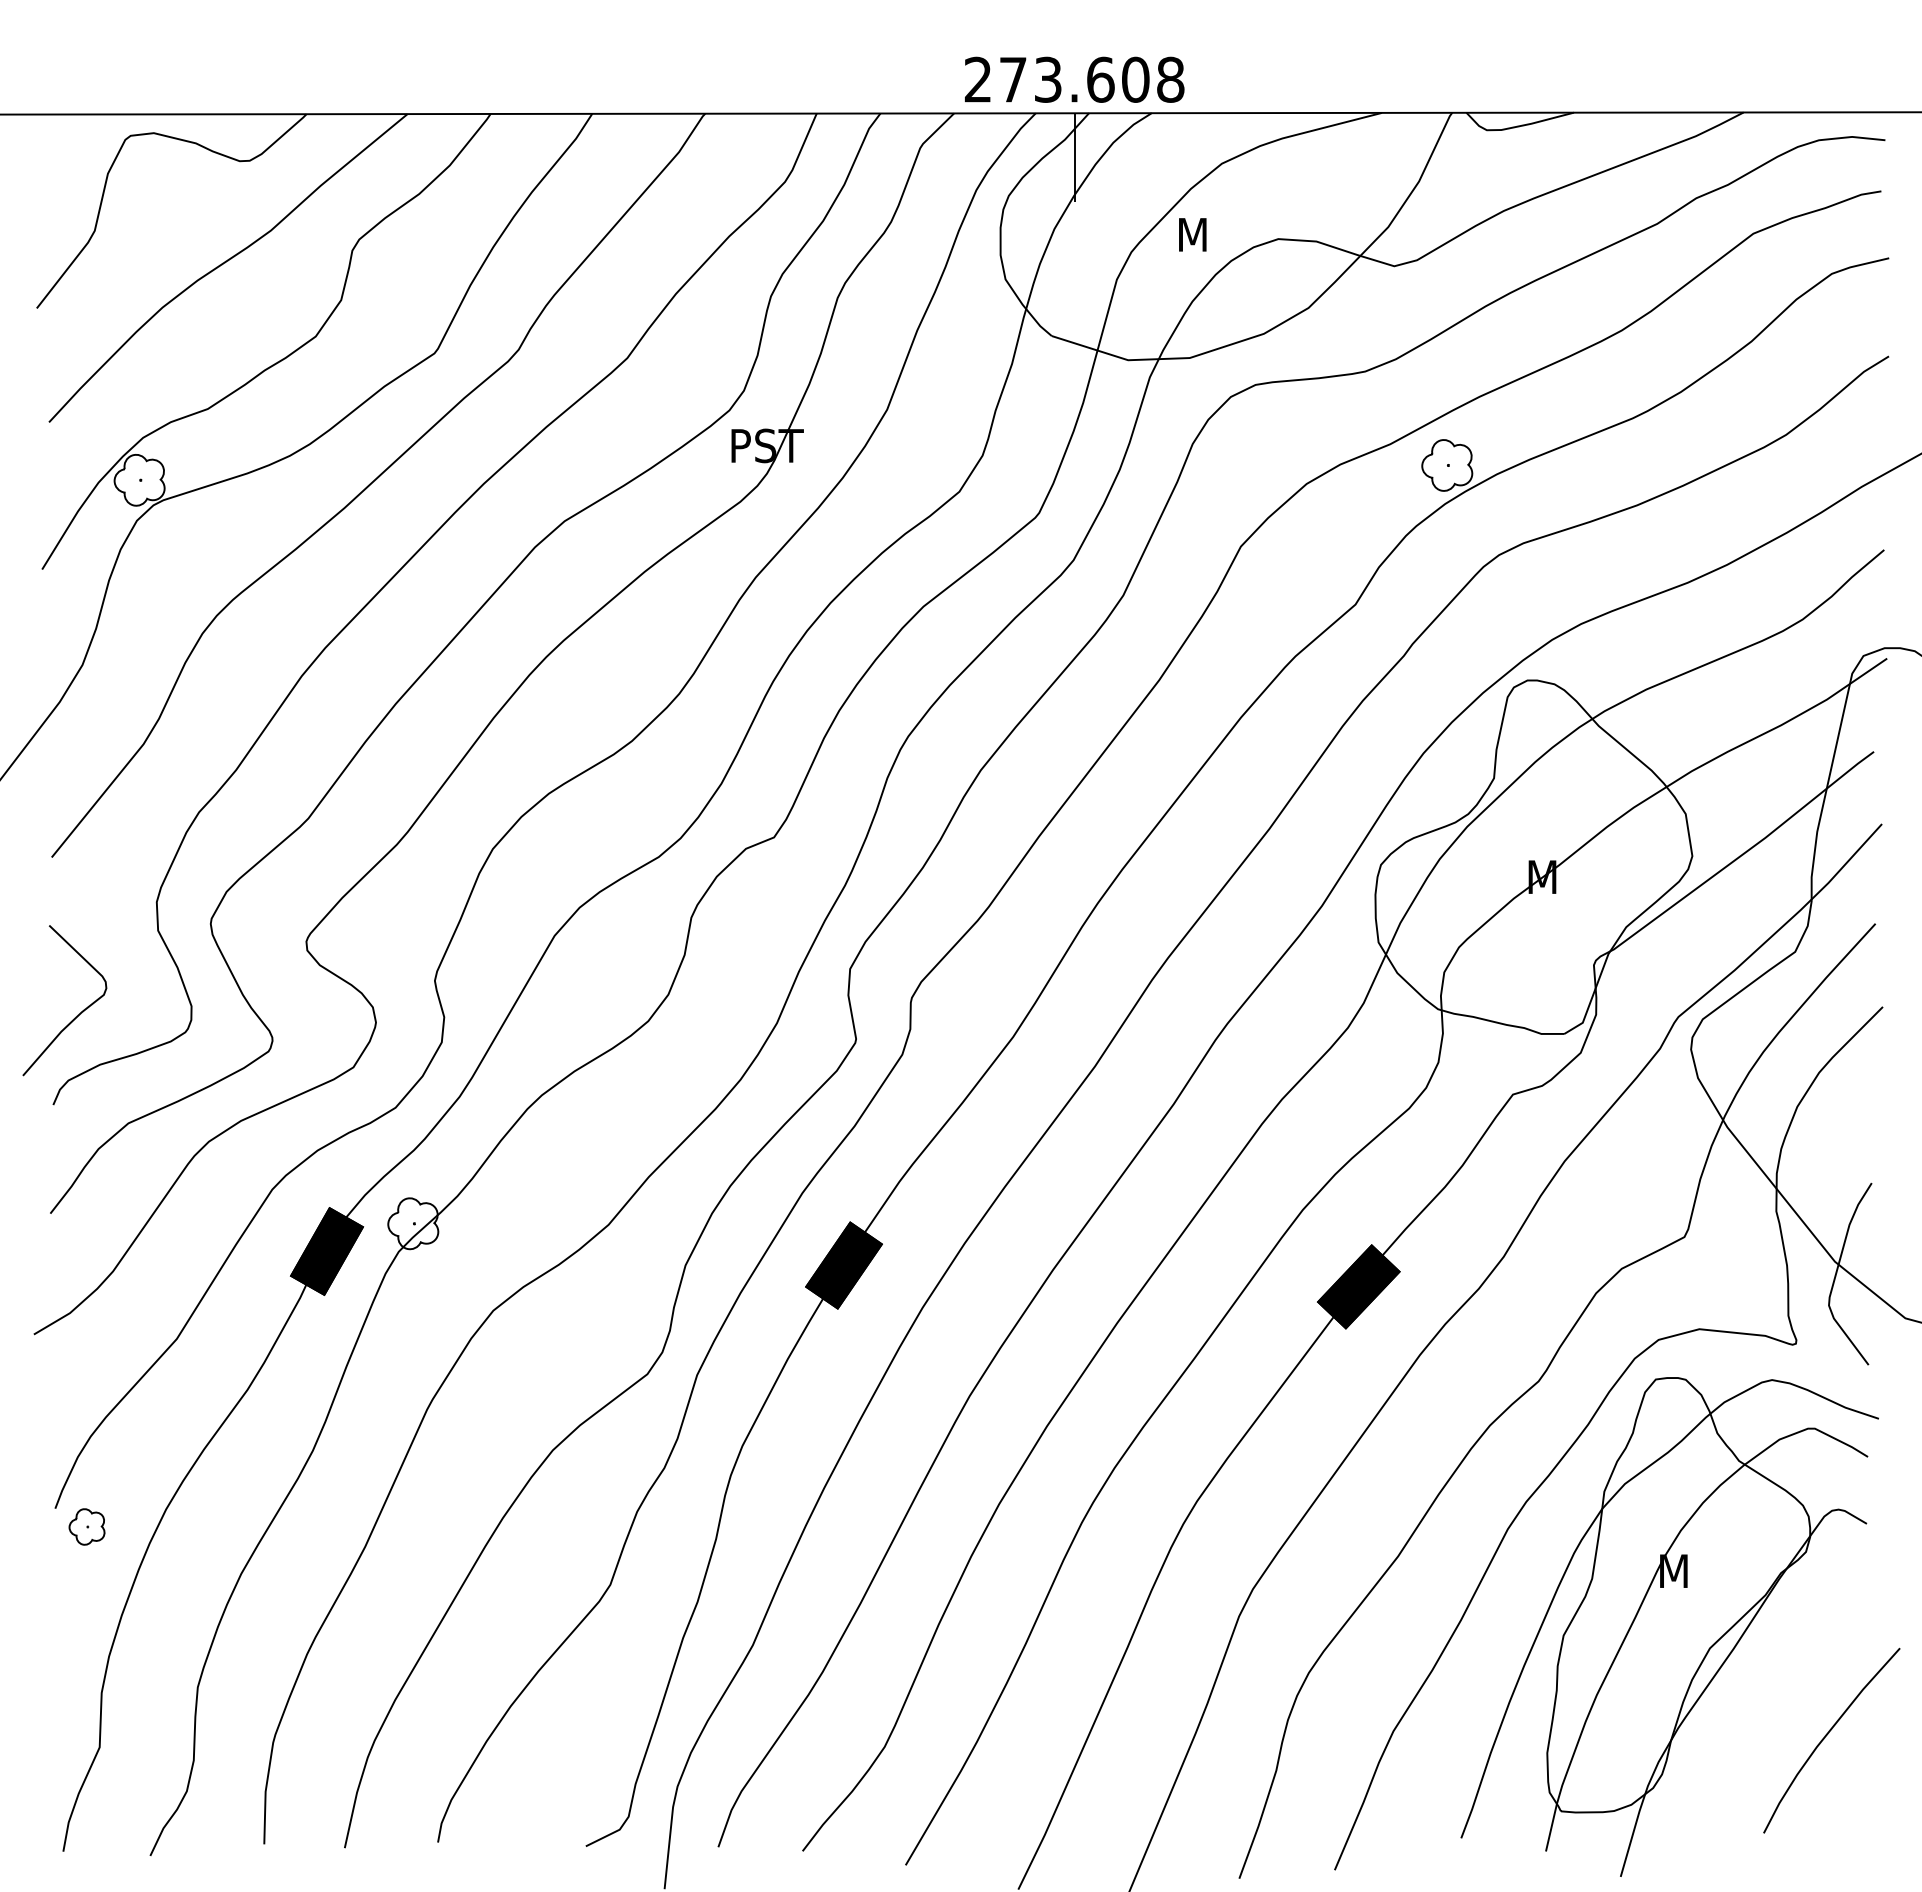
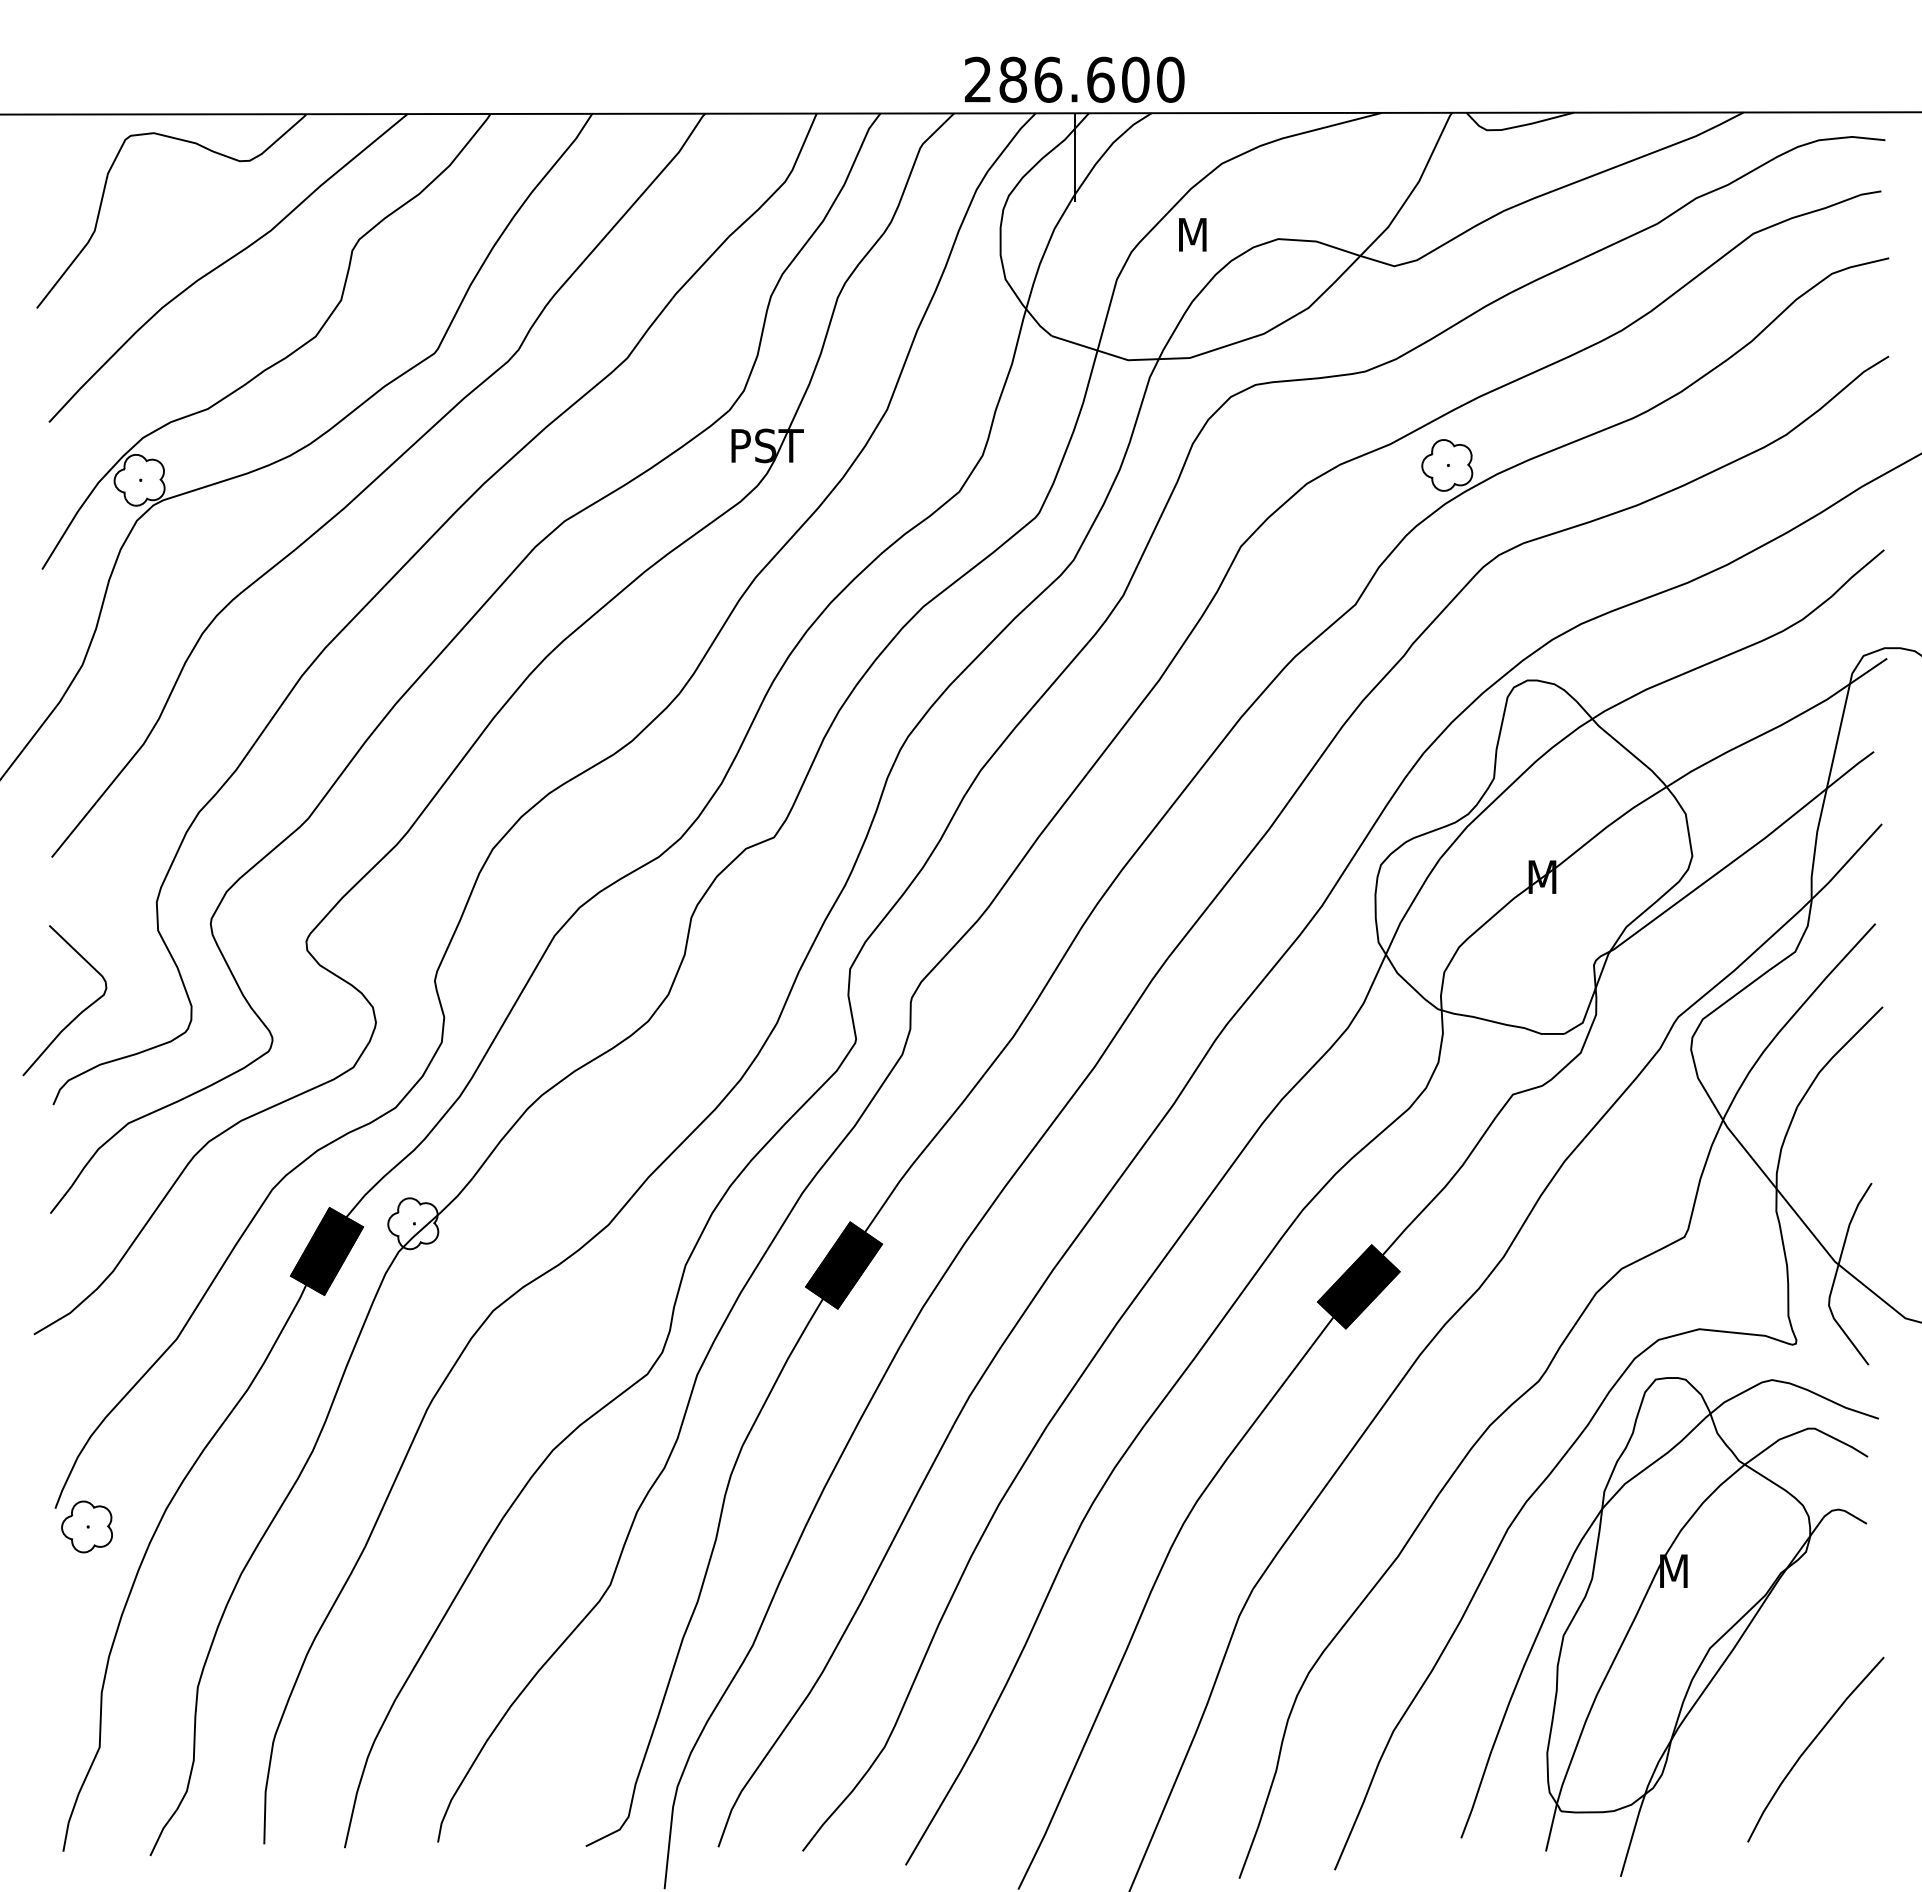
text at (1091, 79): 273.608 -> 286.600
part at (86, 1526) size: 38x38 px -> 52x54 px
curve at (1827, 1735) position: (1827, 1735) -> (1811, 1744)
